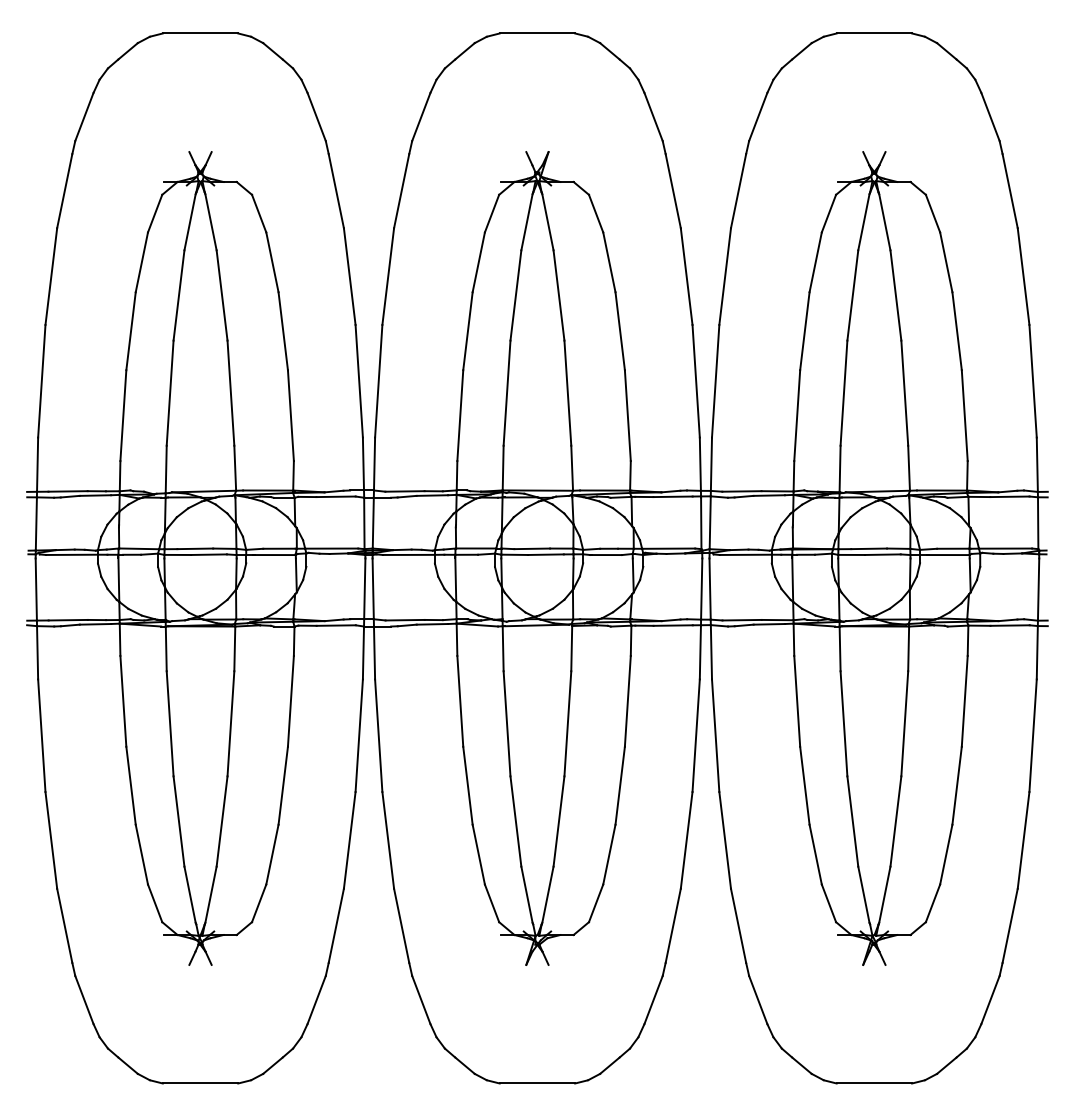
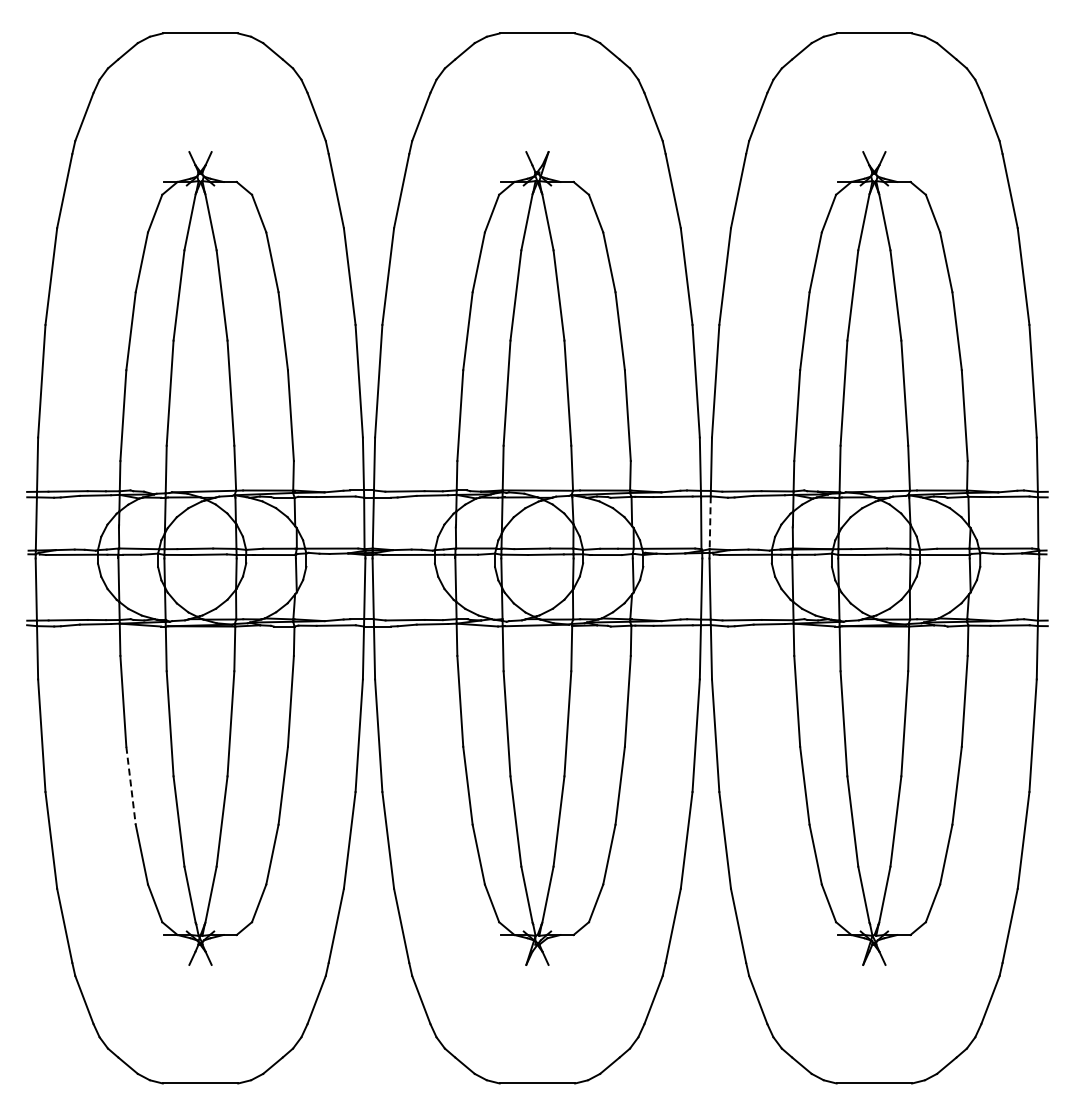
line at (710, 523): solid -> dashed
line at (131, 786): solid -> dashed
